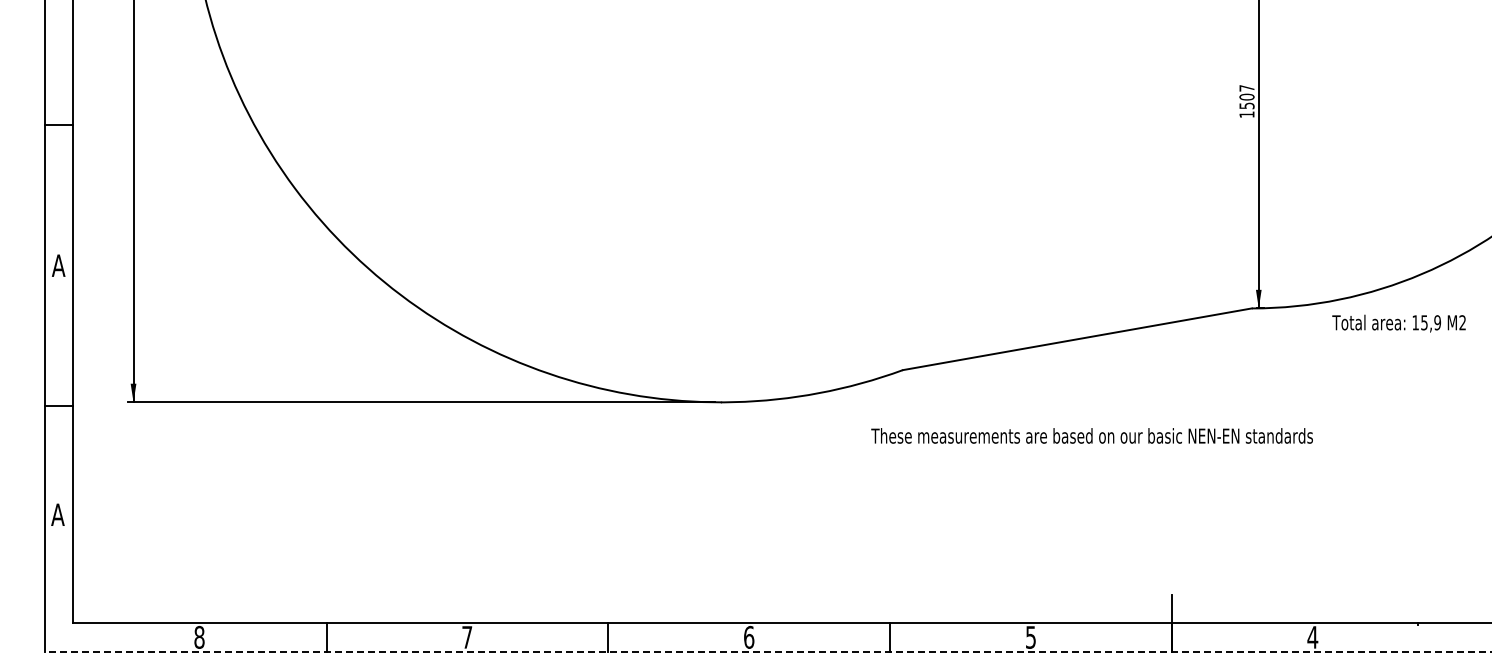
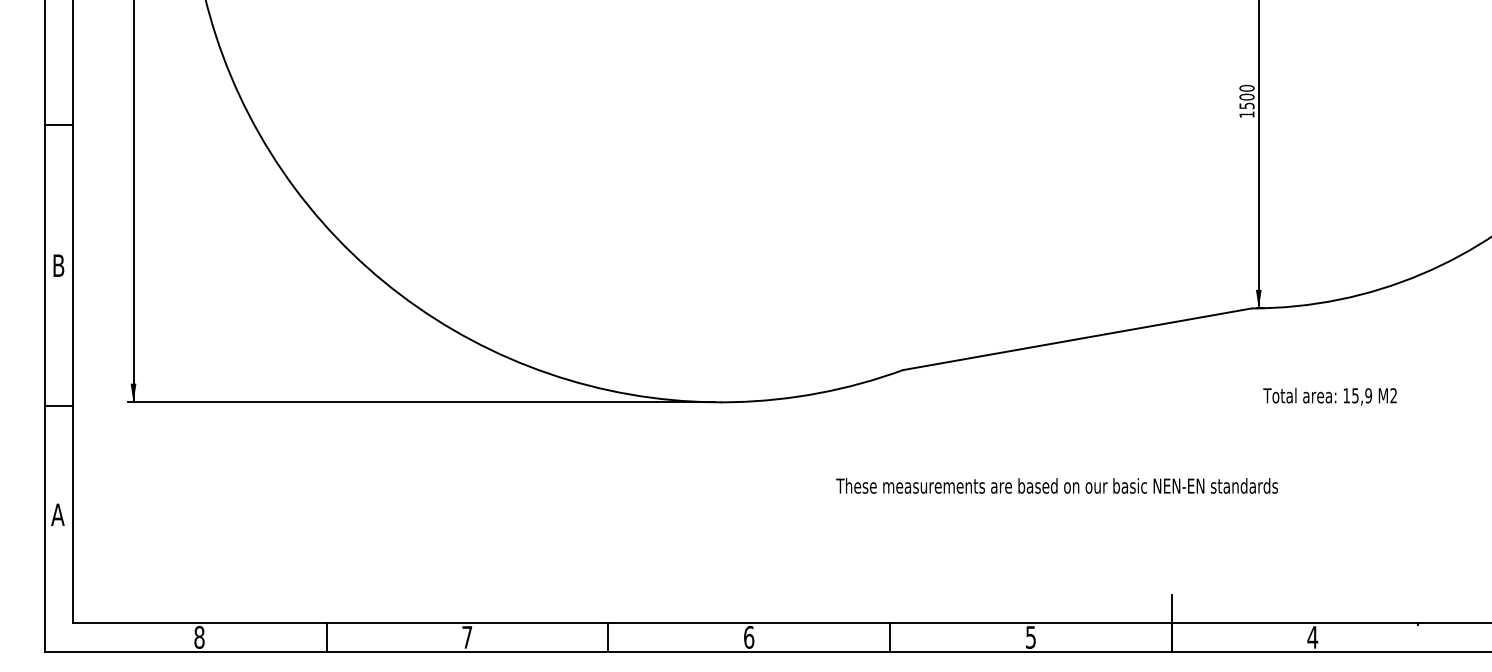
text at (1246, 88): 1507 -> 1500
text at (58, 265): A -> B
text at (1398, 323) position: (1398, 323) -> (1329, 396)
text at (1091, 435) position: (1091, 435) -> (1056, 485)
line at (767, 651): dashed -> solid
